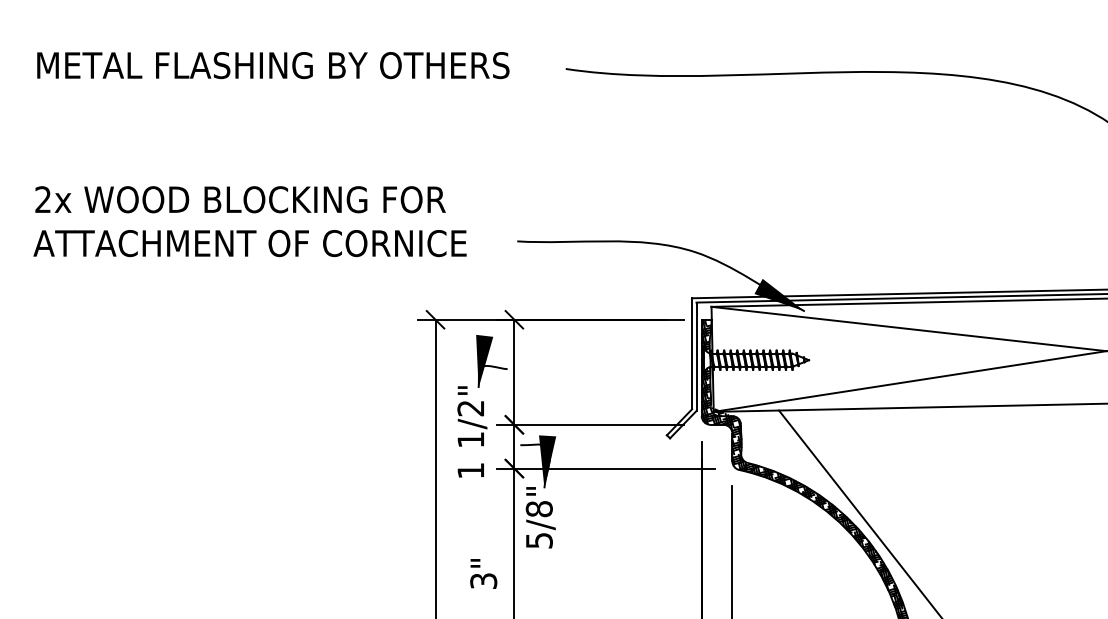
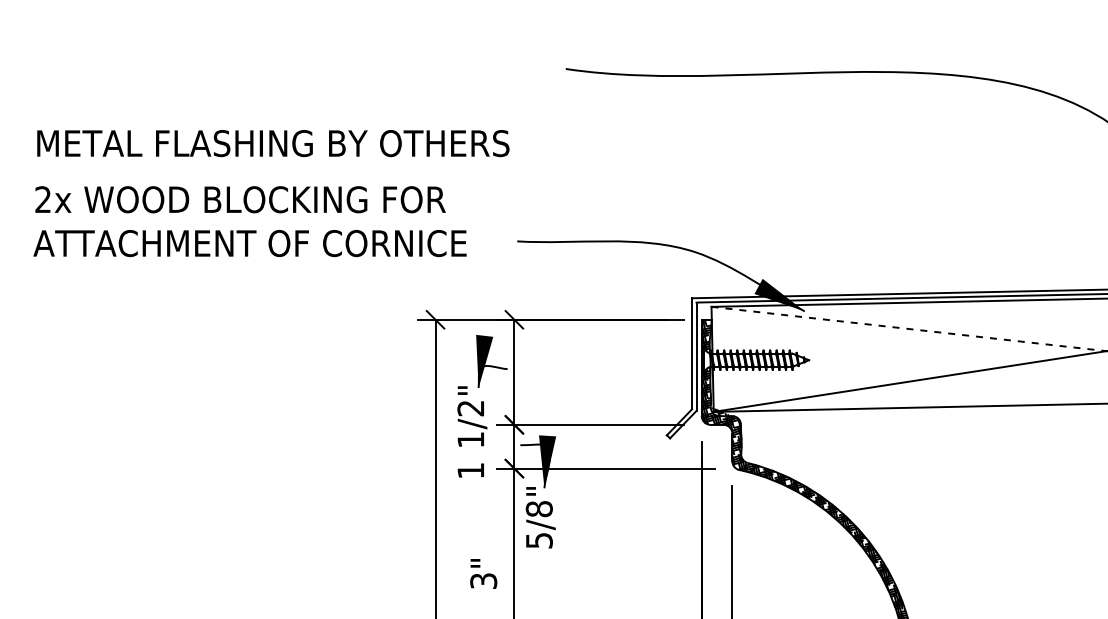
text at (273, 65) position: (273, 65) -> (273, 143)
line at (909, 329): solid -> dashed
line at (859, 512): present -> none
